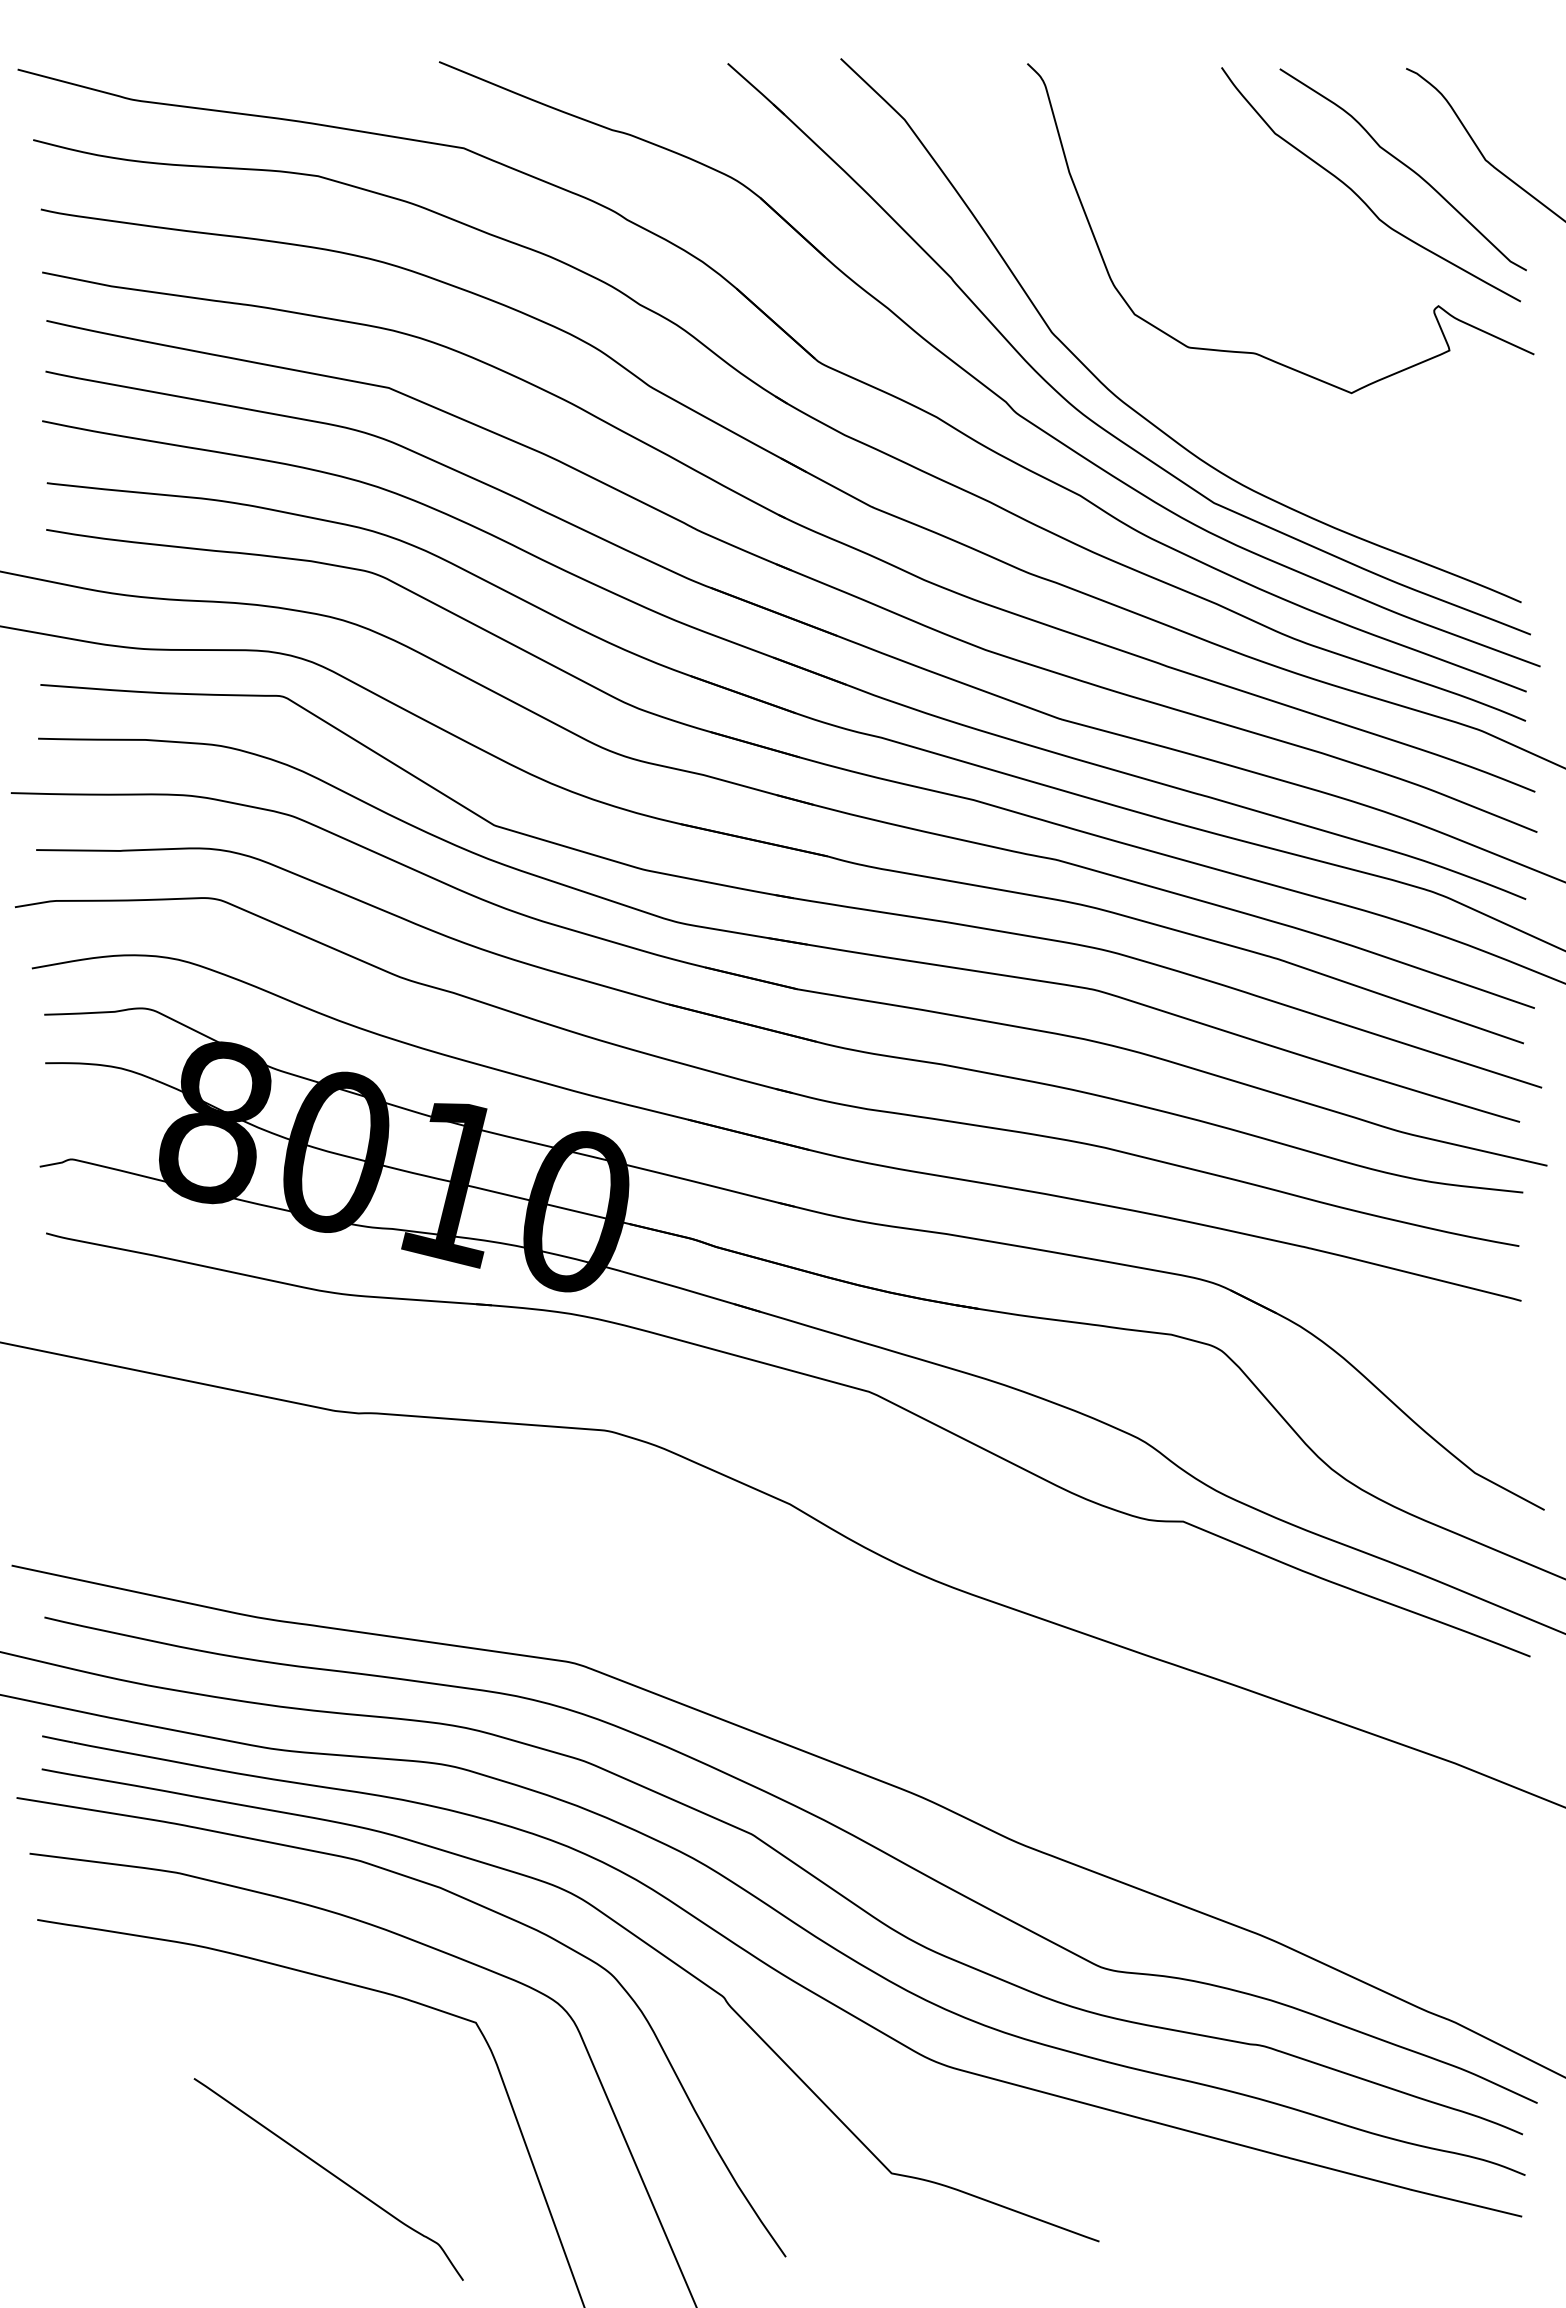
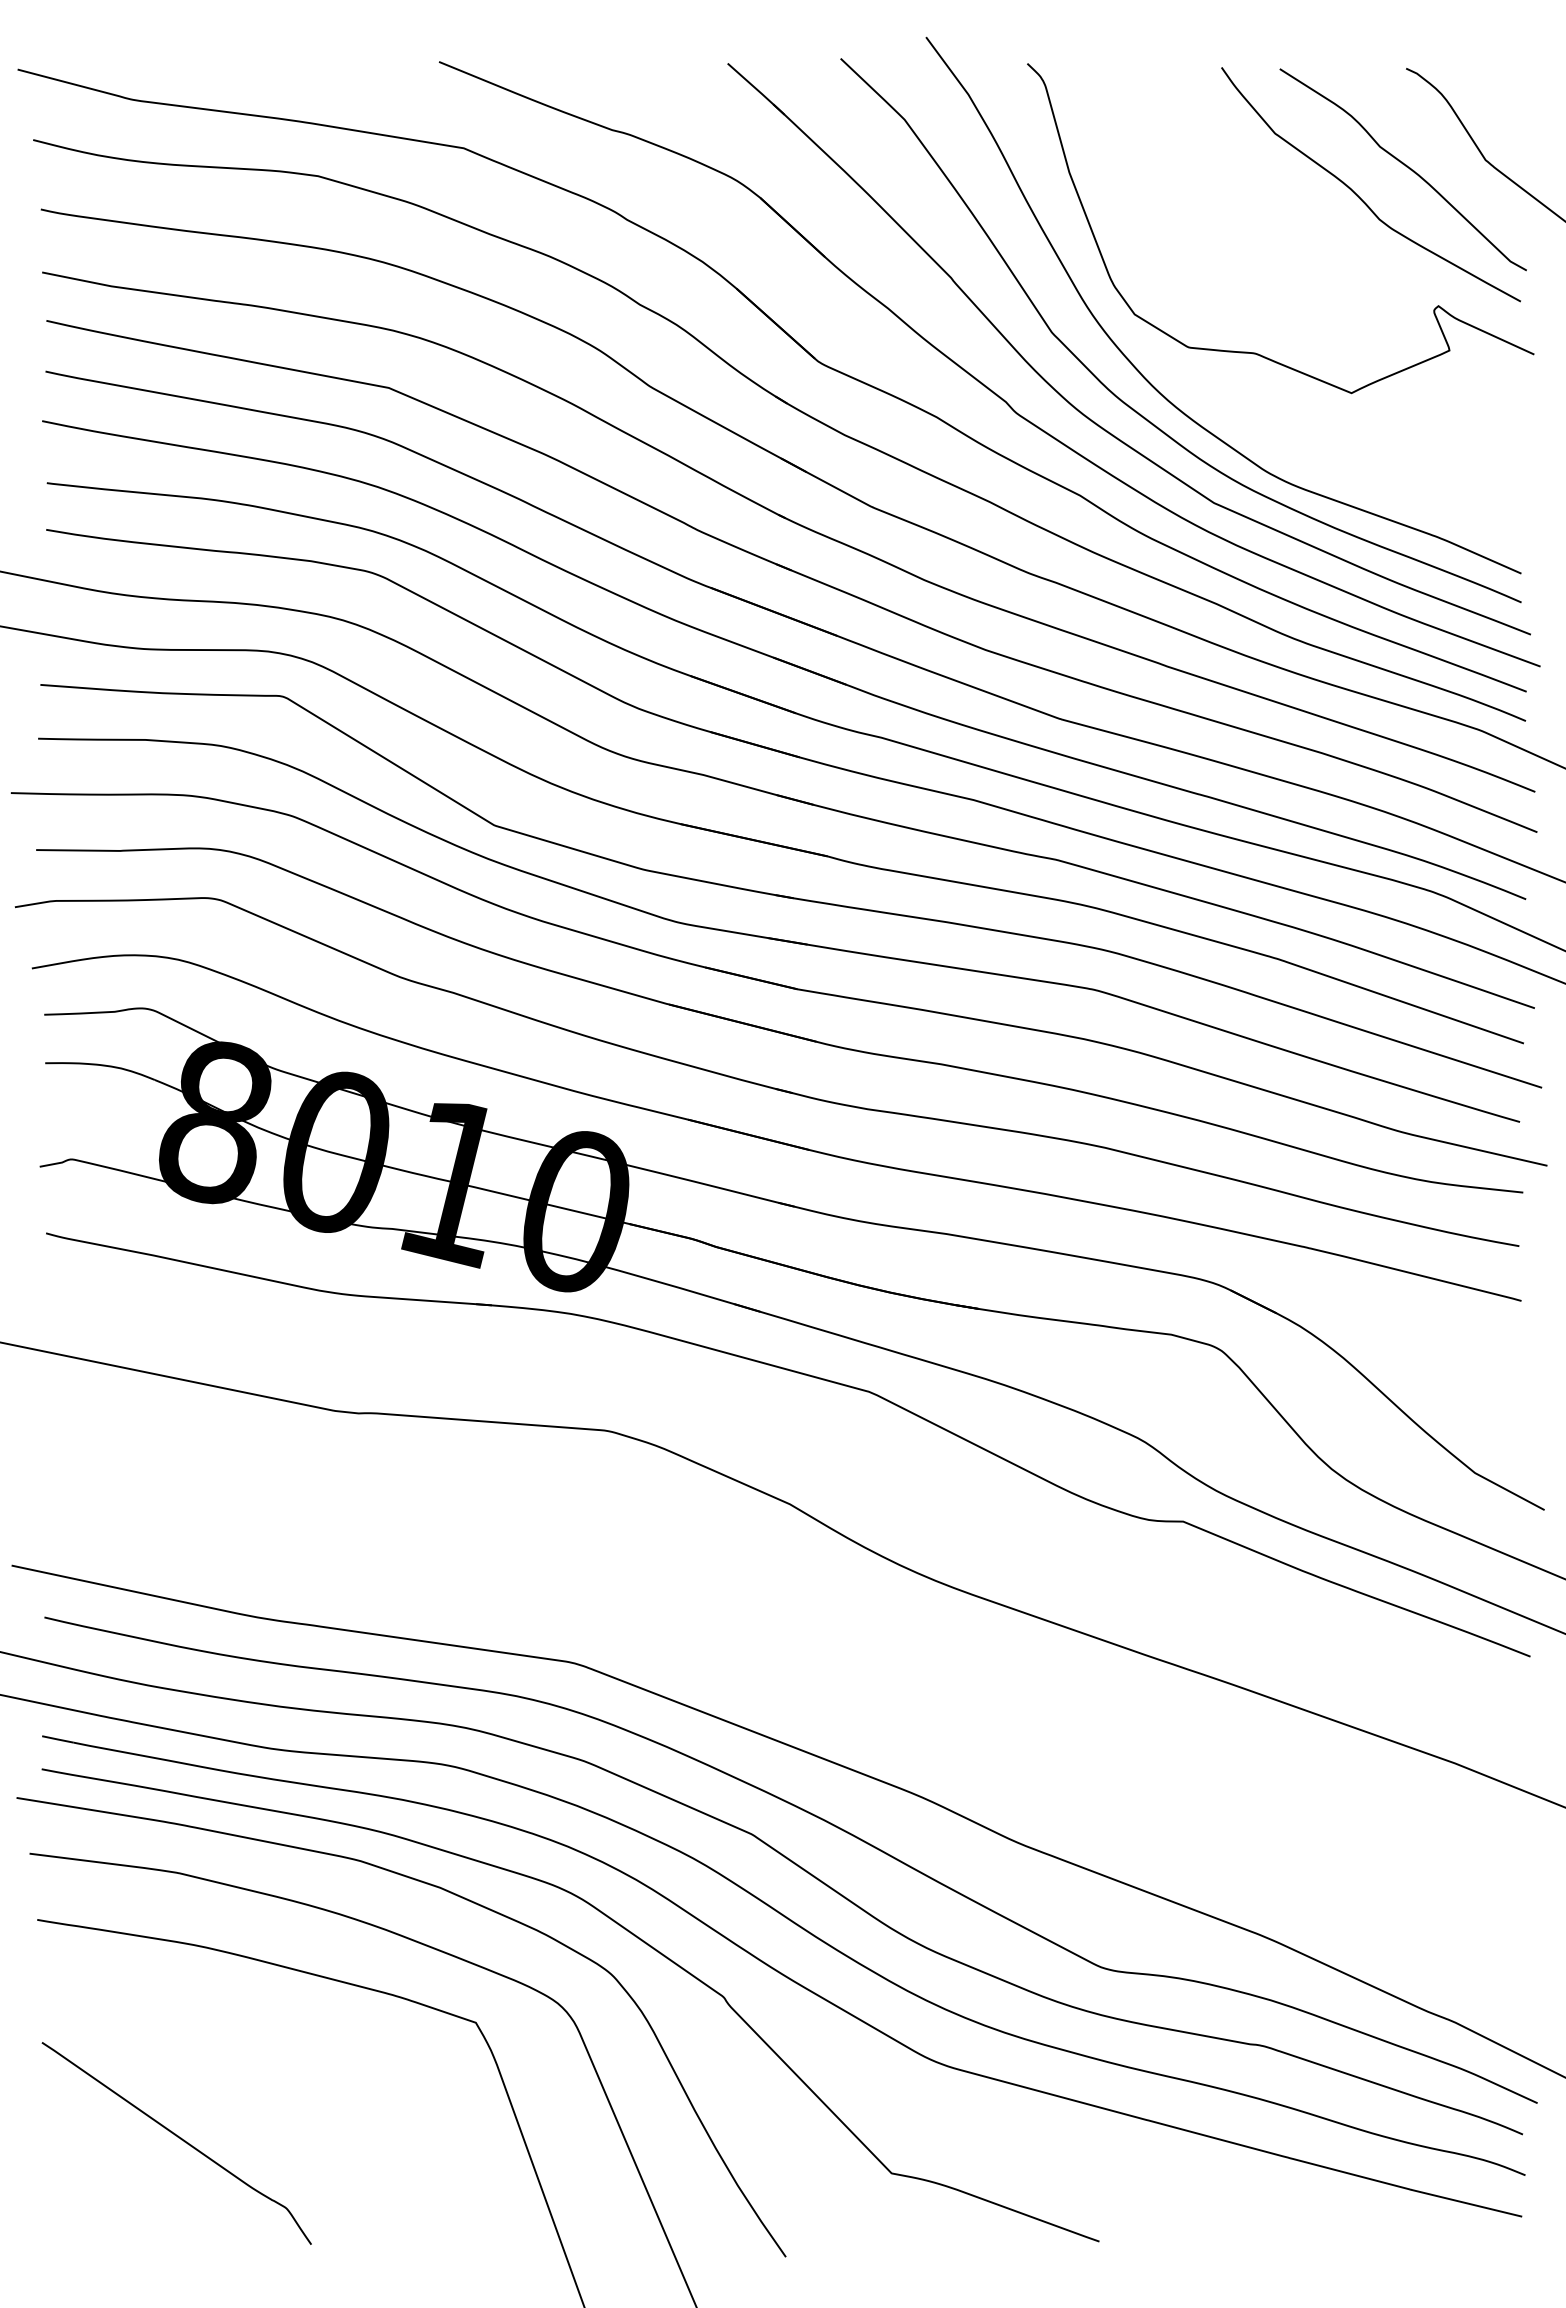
curve at (1148, 380): none -> present
curve at (330, 2174) position: (330, 2174) -> (178, 2138)
